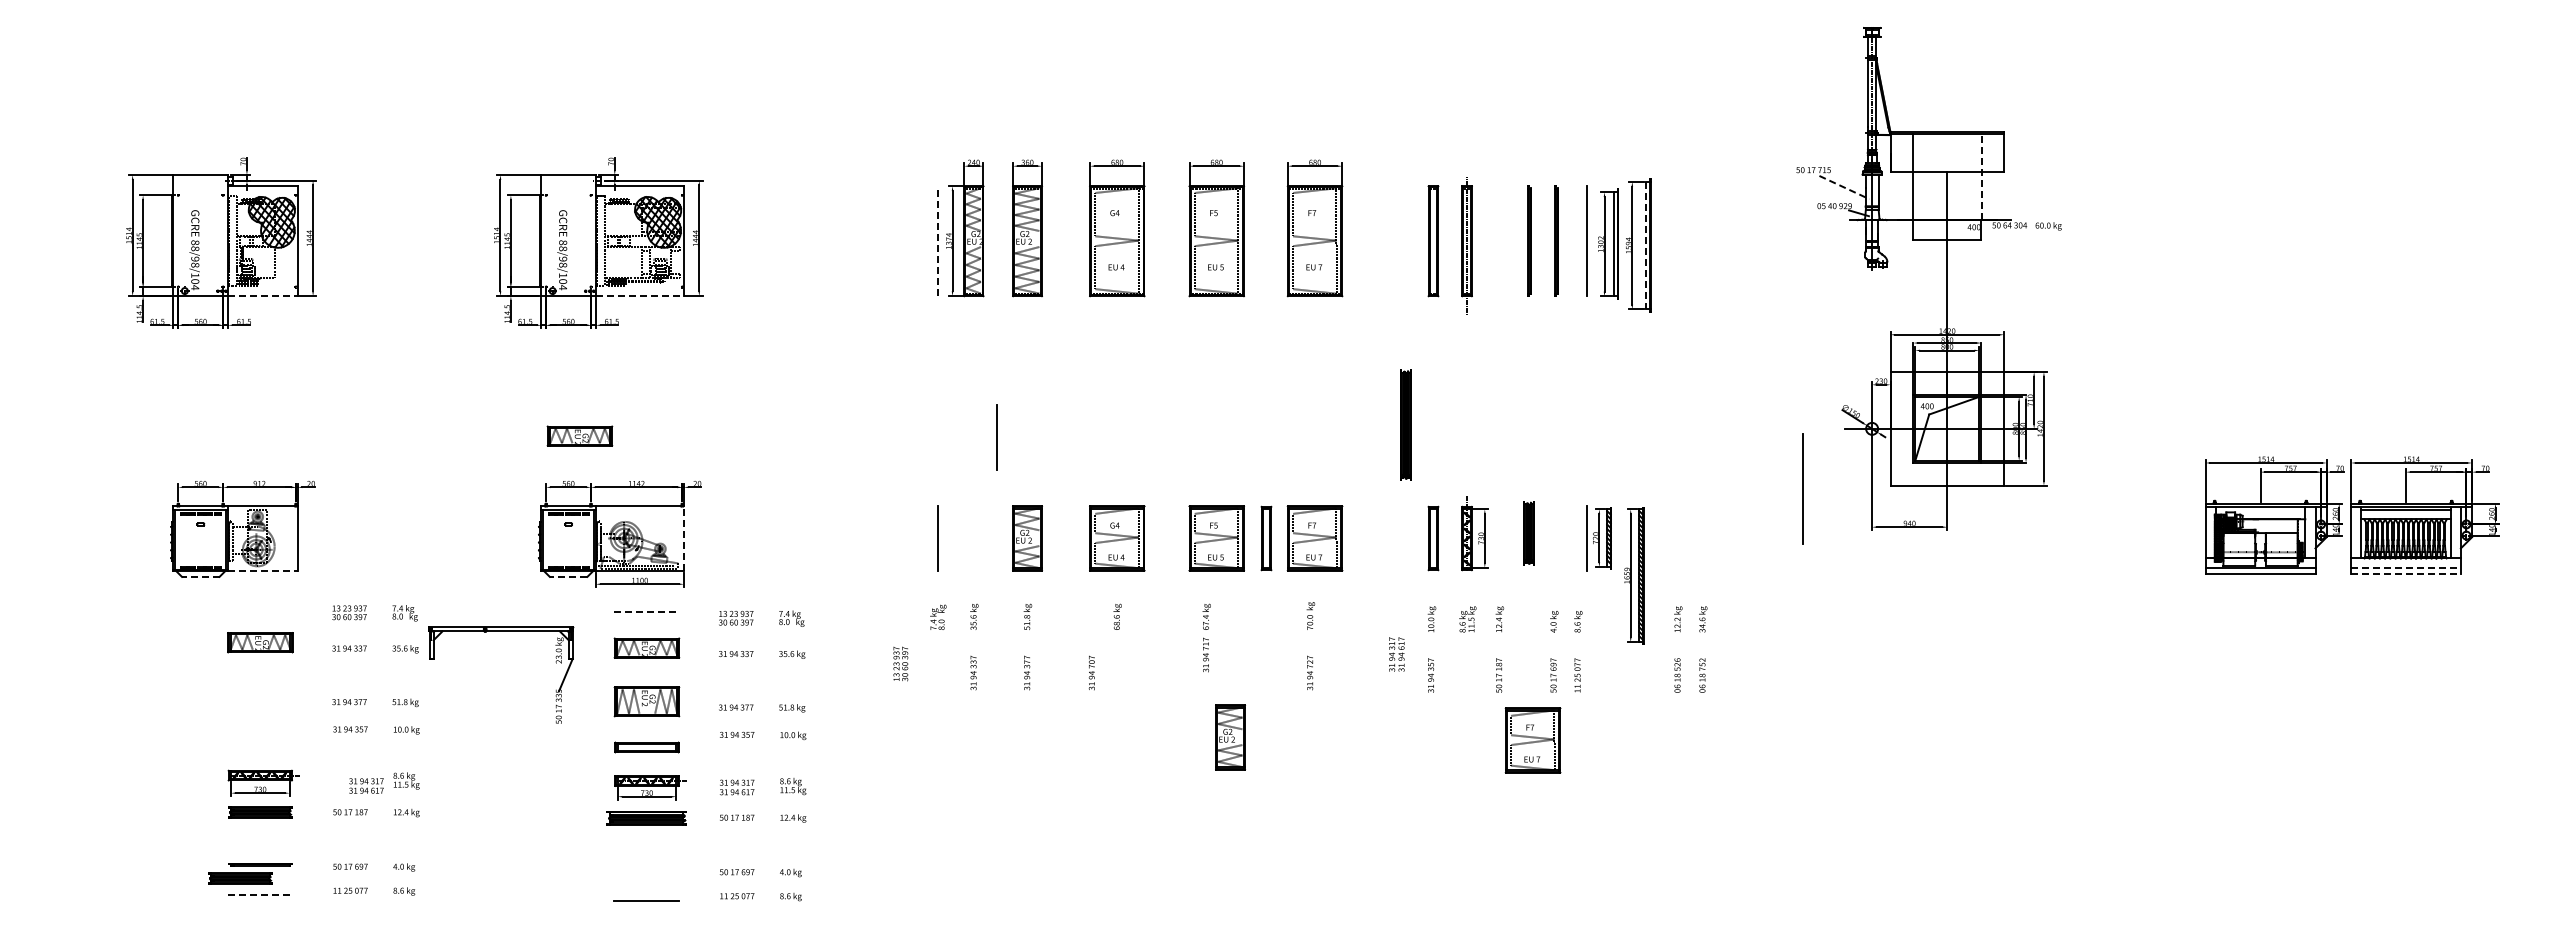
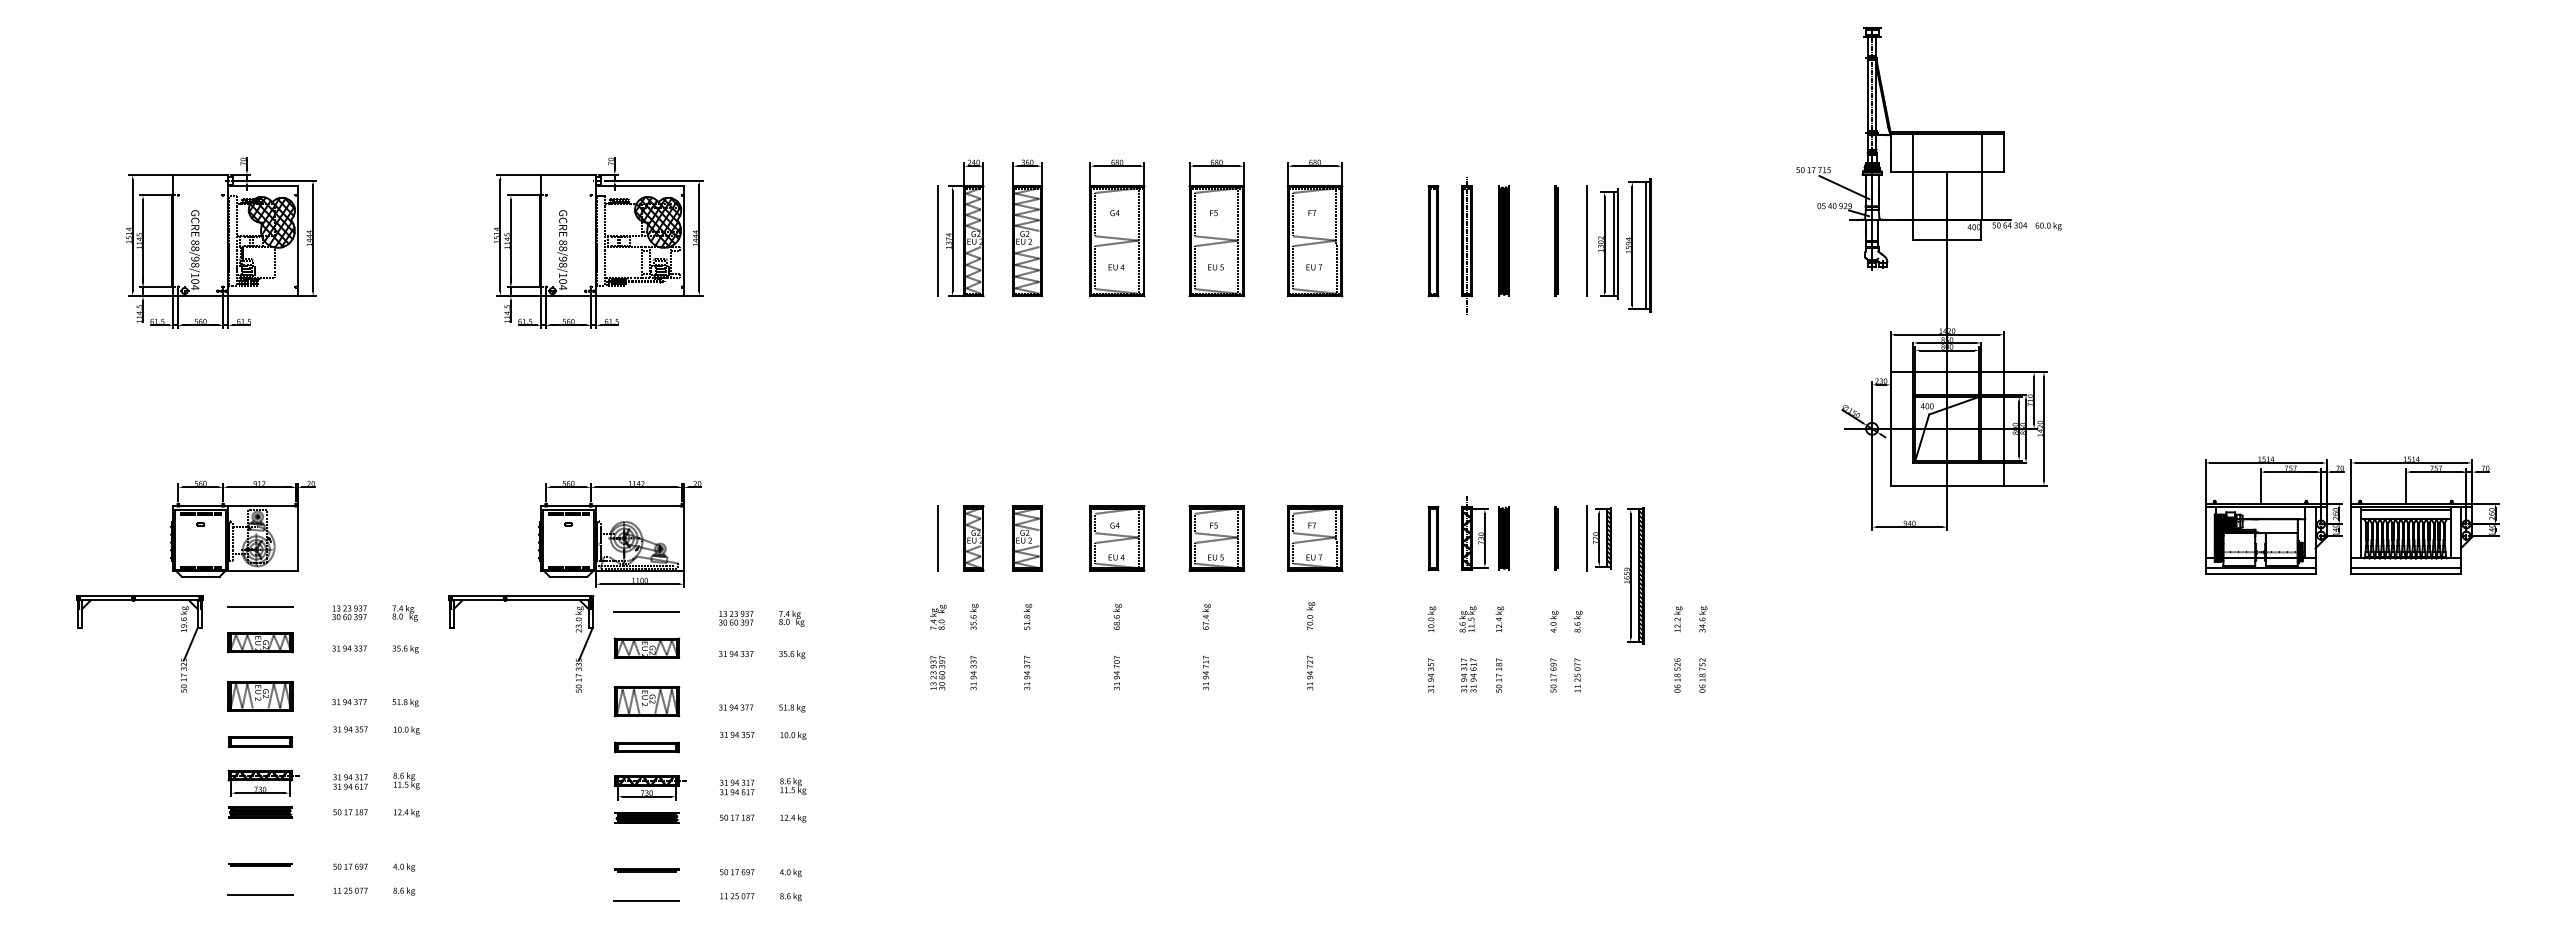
line at (1981, 177): dashed -> solid
line at (1844, 187): dashed -> solid
line at (1529, 240): present -> none
line at (937, 241): dashed -> solid
line at (1645, 245): dashed -> solid
line at (262, 296): dashed -> solid
line at (639, 296): dashed -> solid
part at (1405, 424) position: (1405, 424) -> (1503, 240)
part at (579, 435): present -> none
line at (996, 437): present -> none
line at (1802, 488): present -> none
part at (1528, 533) position: (1528, 533) -> (1503, 538)
line at (683, 538): dashed -> solid
part at (973, 538): none -> present
part at (1266, 538): present -> none
line at (1556, 538): none -> present
line at (2405, 568): dashed -> solid
line at (262, 571): dashed -> solid
line at (2405, 574): dashed -> solid
line at (200, 576): dashed -> solid
line at (568, 576): dashed -> solid
part at (134, 601): none -> present
line at (259, 606): none -> present
line at (647, 612): dashed -> solid
part at (501, 631) position: (501, 631) -> (521, 600)
text at (1205, 654) position: (1205, 654) -> (1205, 672)
text at (1396, 654) position: (1396, 654) -> (1468, 675)
text at (900, 663) position: (900, 663) -> (937, 672)
text at (1091, 672) position: (1091, 672) -> (1116, 672)
part at (260, 696): none -> present
part at (1230, 737): present -> none
part at (1532, 740): present -> none
part at (259, 741): none -> present
text at (366, 785) position: (366, 785) -> (350, 781)
part at (646, 818) size: 81x15 px -> 66x12 px
line at (646, 870): none -> present
part at (240, 878): present -> none
line at (260, 895): dashed -> solid
